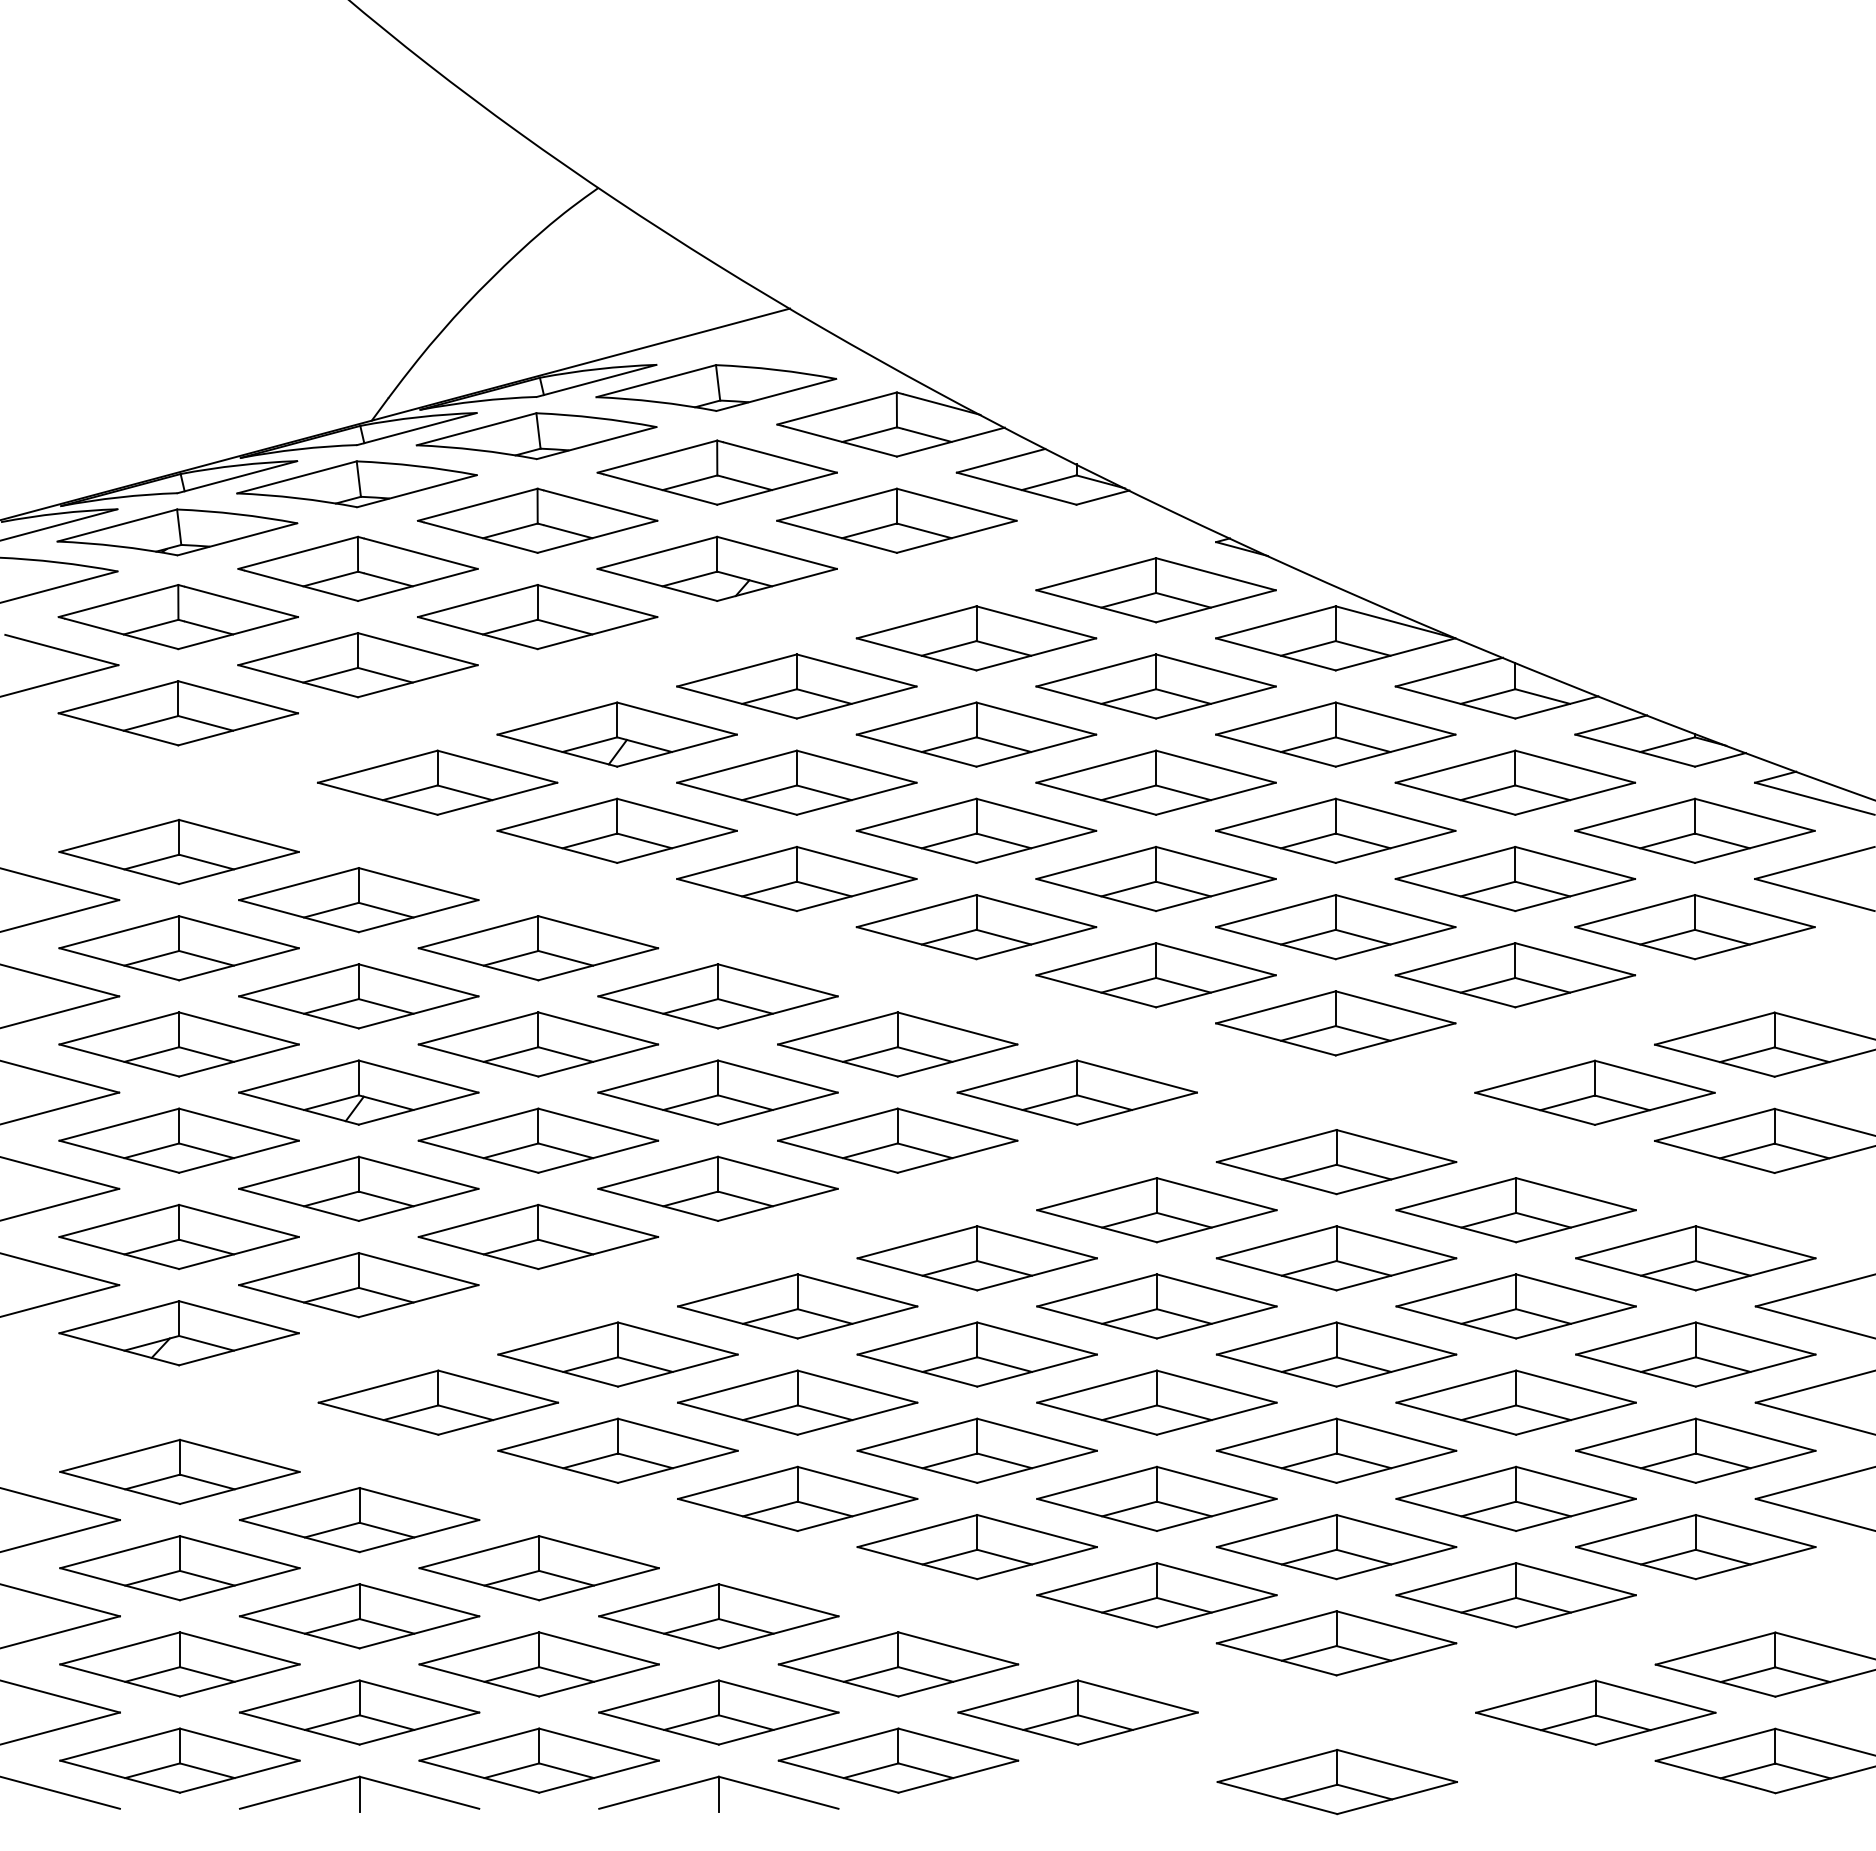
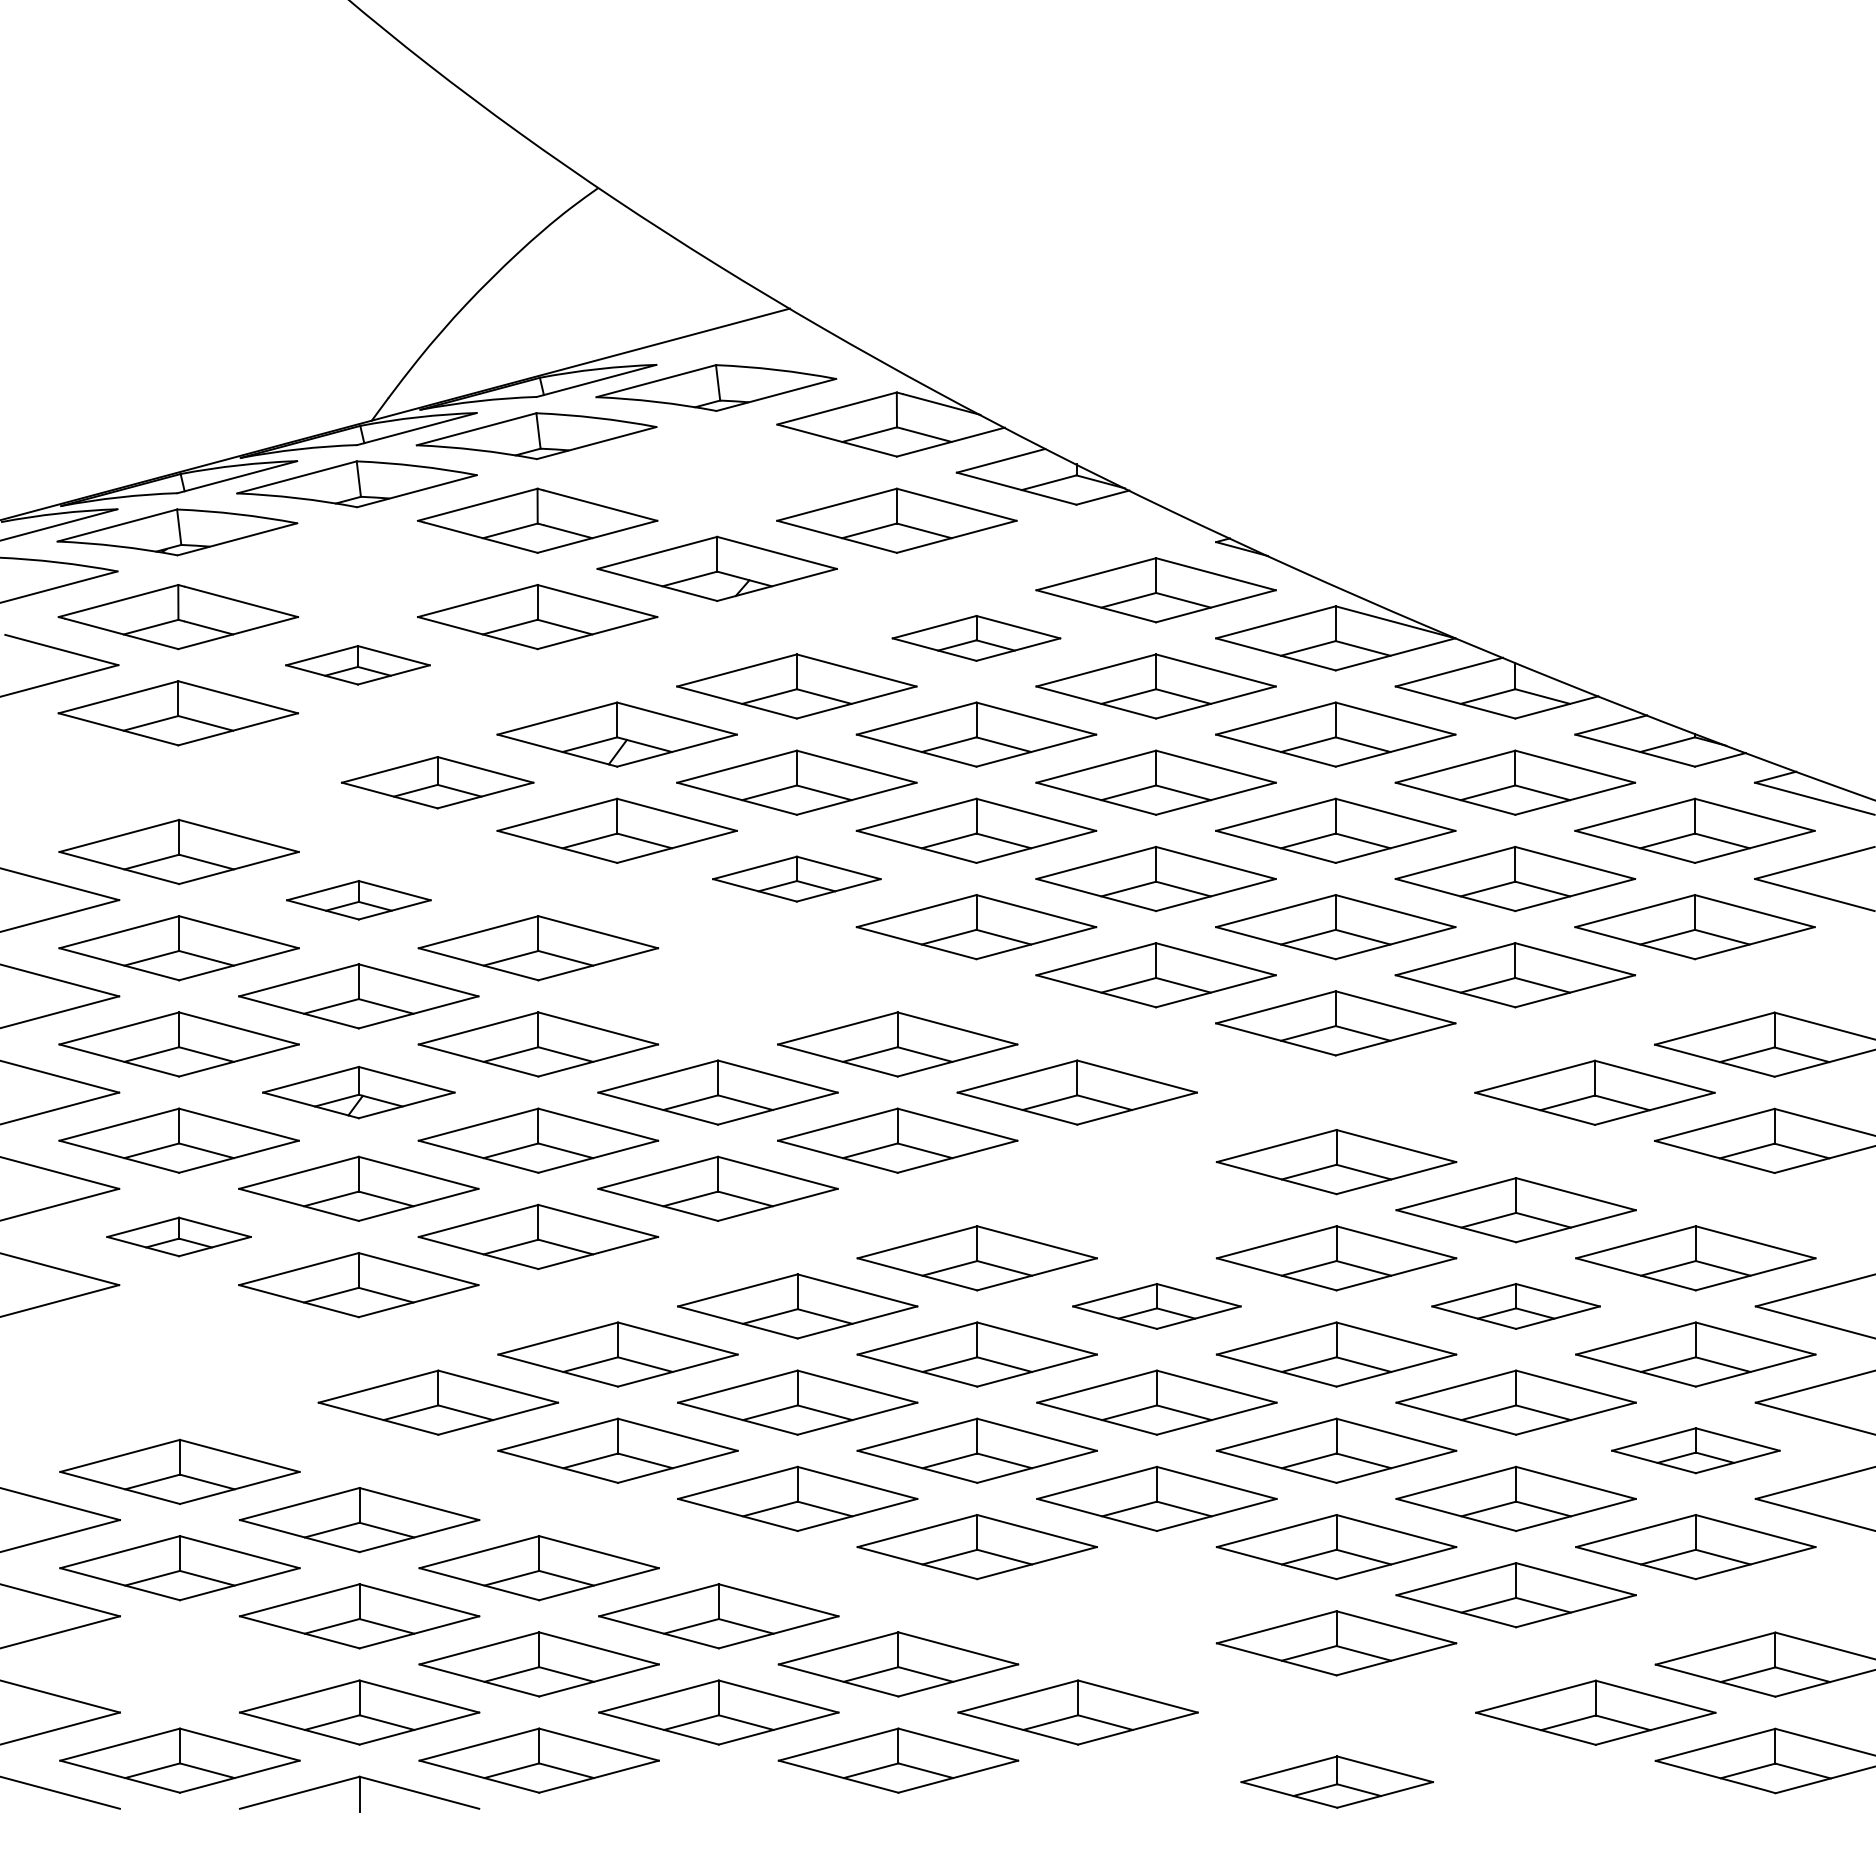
part at (716, 472): present -> none
part at (357, 568): present -> none
part at (976, 638) size: 243x67 px -> 171x47 px
part at (357, 665) size: 242x67 px -> 146x41 px
part at (437, 782) size: 242x67 px -> 194x54 px
part at (796, 879) size: 242x67 px -> 170x48 px
part at (358, 900) size: 242x67 px -> 146x41 px
part at (717, 996): present -> none
part at (358, 1092) size: 242x67 px -> 194x54 px
part at (1156, 1210): present -> none
part at (178, 1236) size: 242x68 px -> 146x42 px
part at (1156, 1306) size: 242x67 px -> 170x47 px
part at (1515, 1306) size: 242x67 px -> 170x47 px
part at (178, 1333): present -> none
part at (1695, 1450) size: 242x67 px -> 170x48 px
part at (1156, 1595): present -> none
part at (179, 1664): present -> none
part at (1336, 1782) size: 242x67 px -> 194x54 px
part at (718, 1793): present -> none
